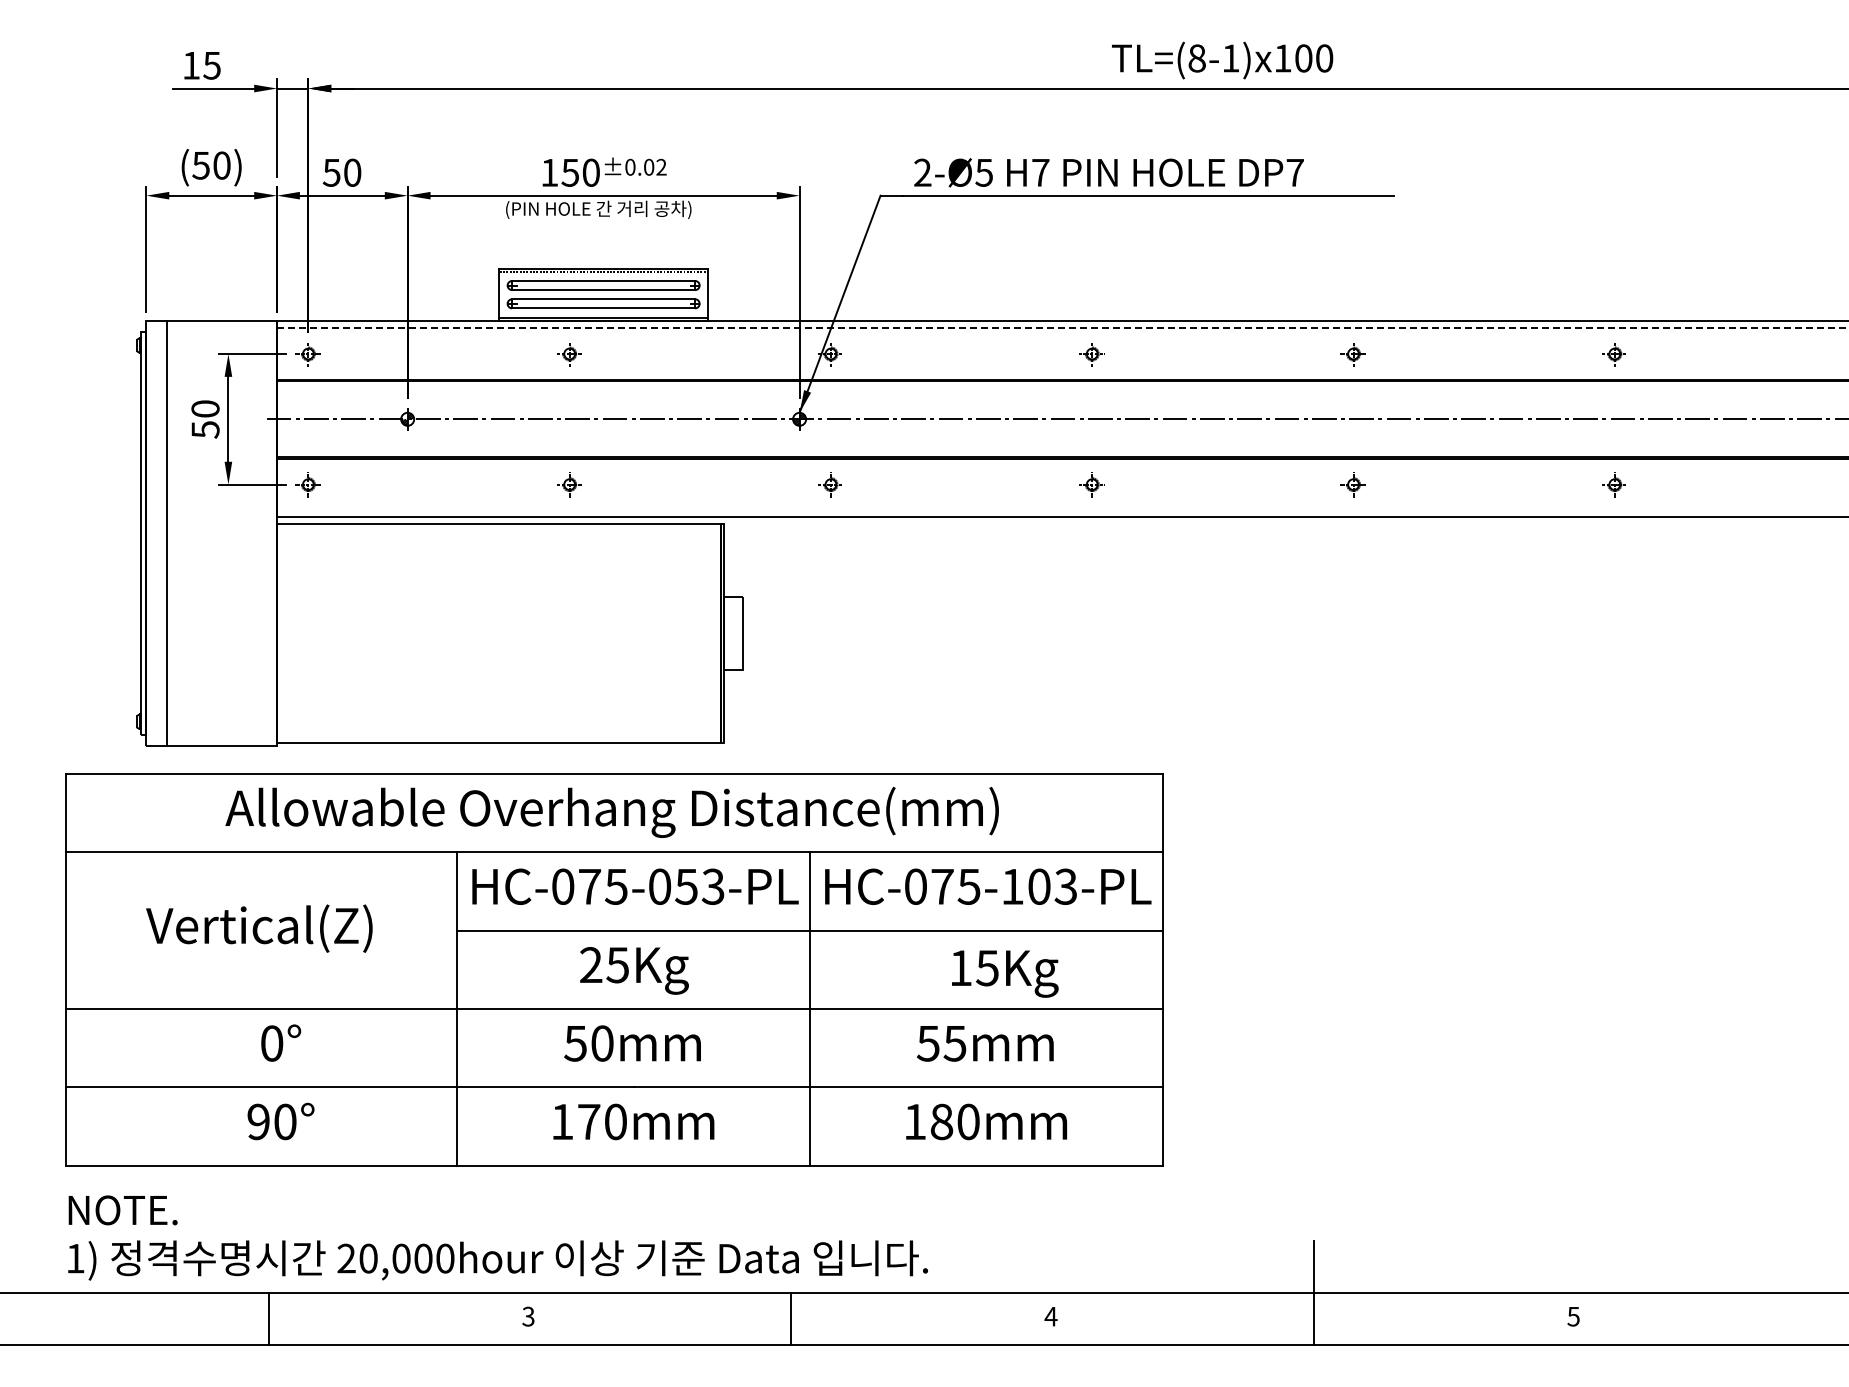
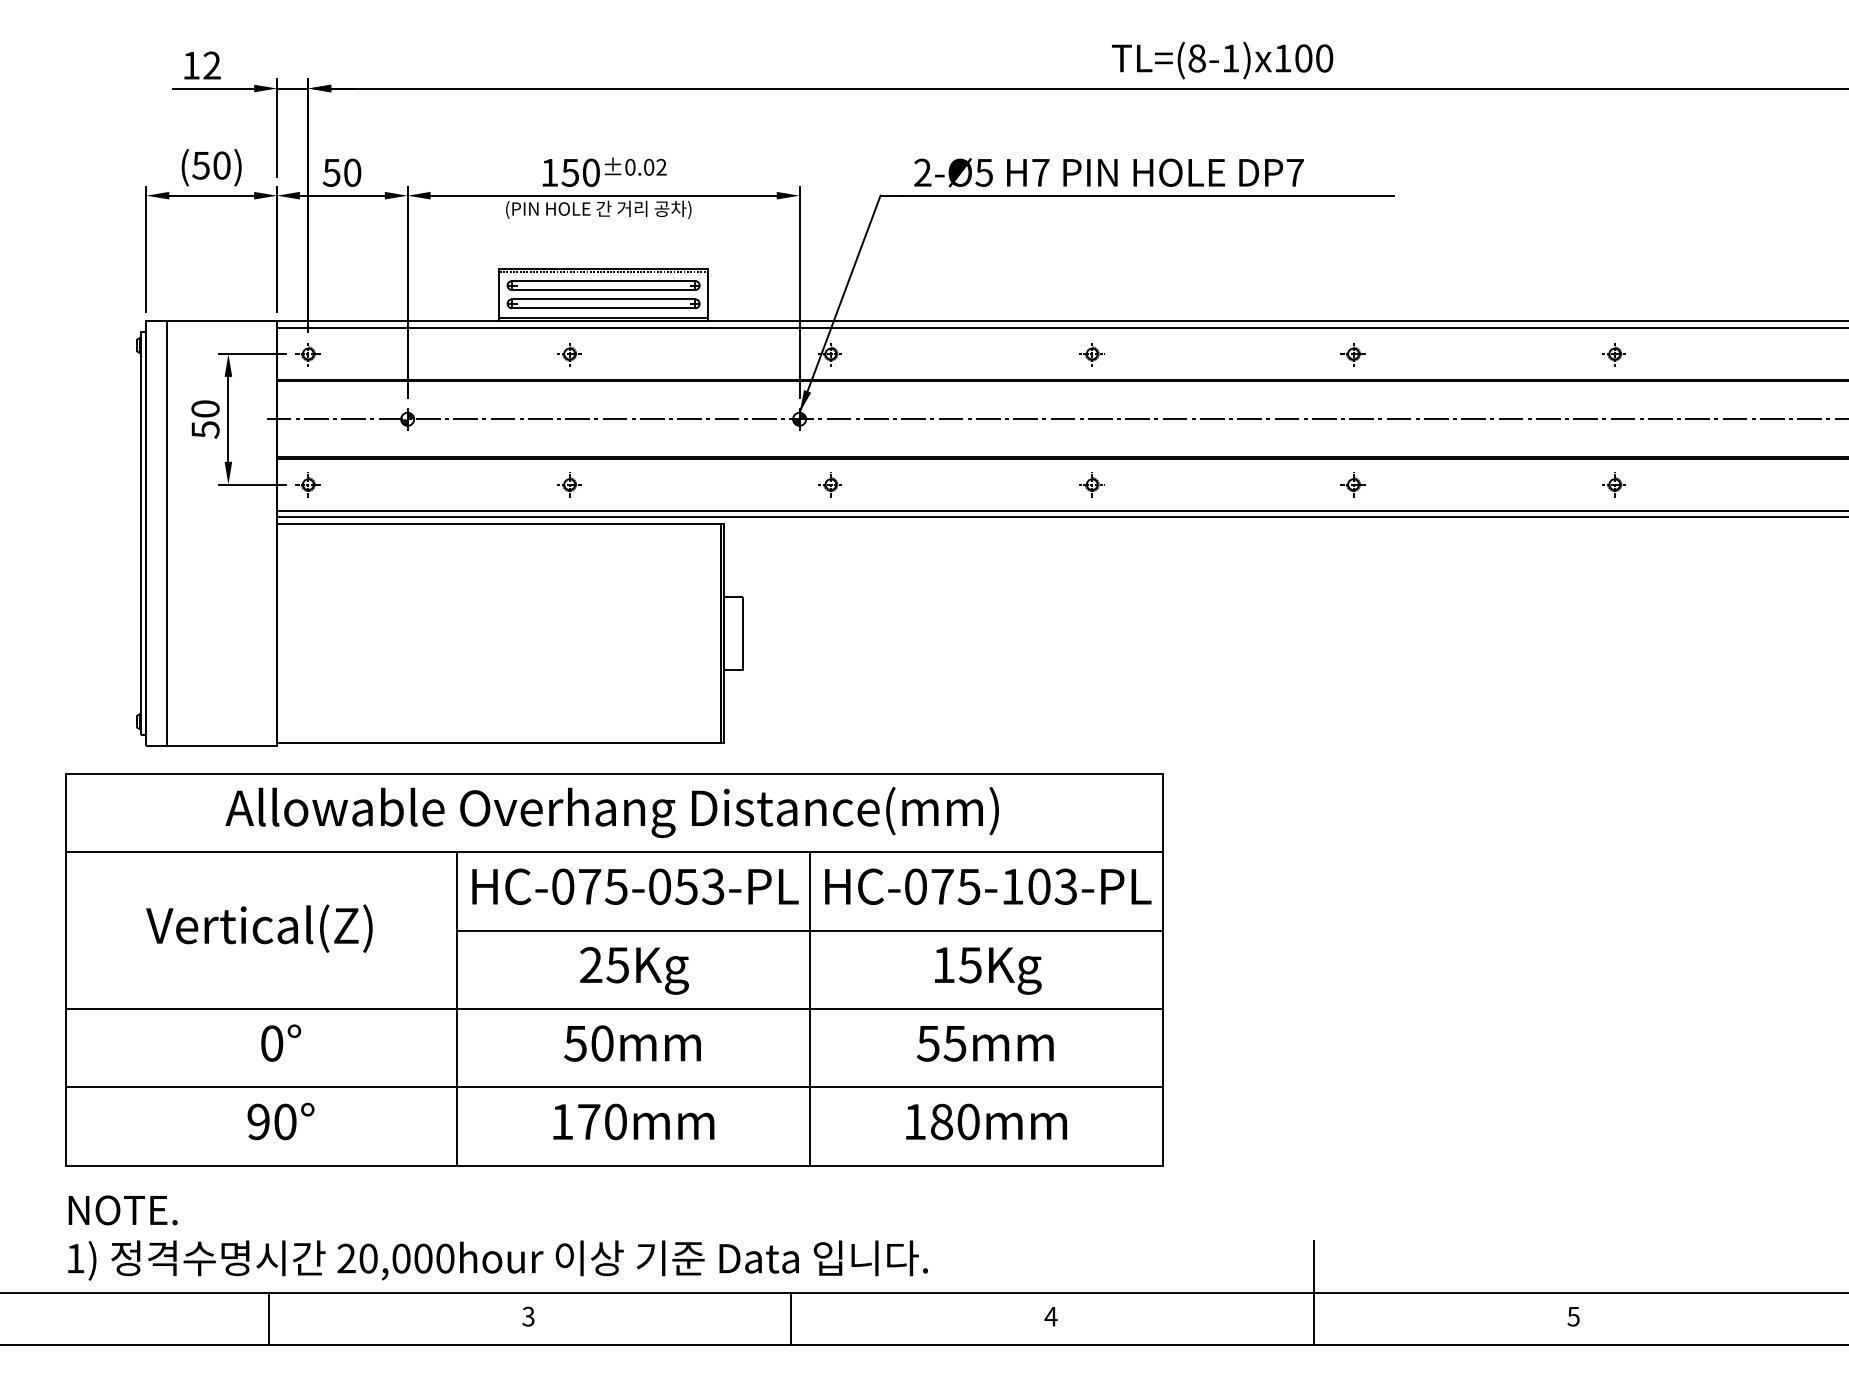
text at (211, 65): 15 -> 12
line at (1062, 327): dashed -> solid
line at (1061, 510): none -> present
text at (1005, 973) position: (1005, 973) -> (988, 970)
